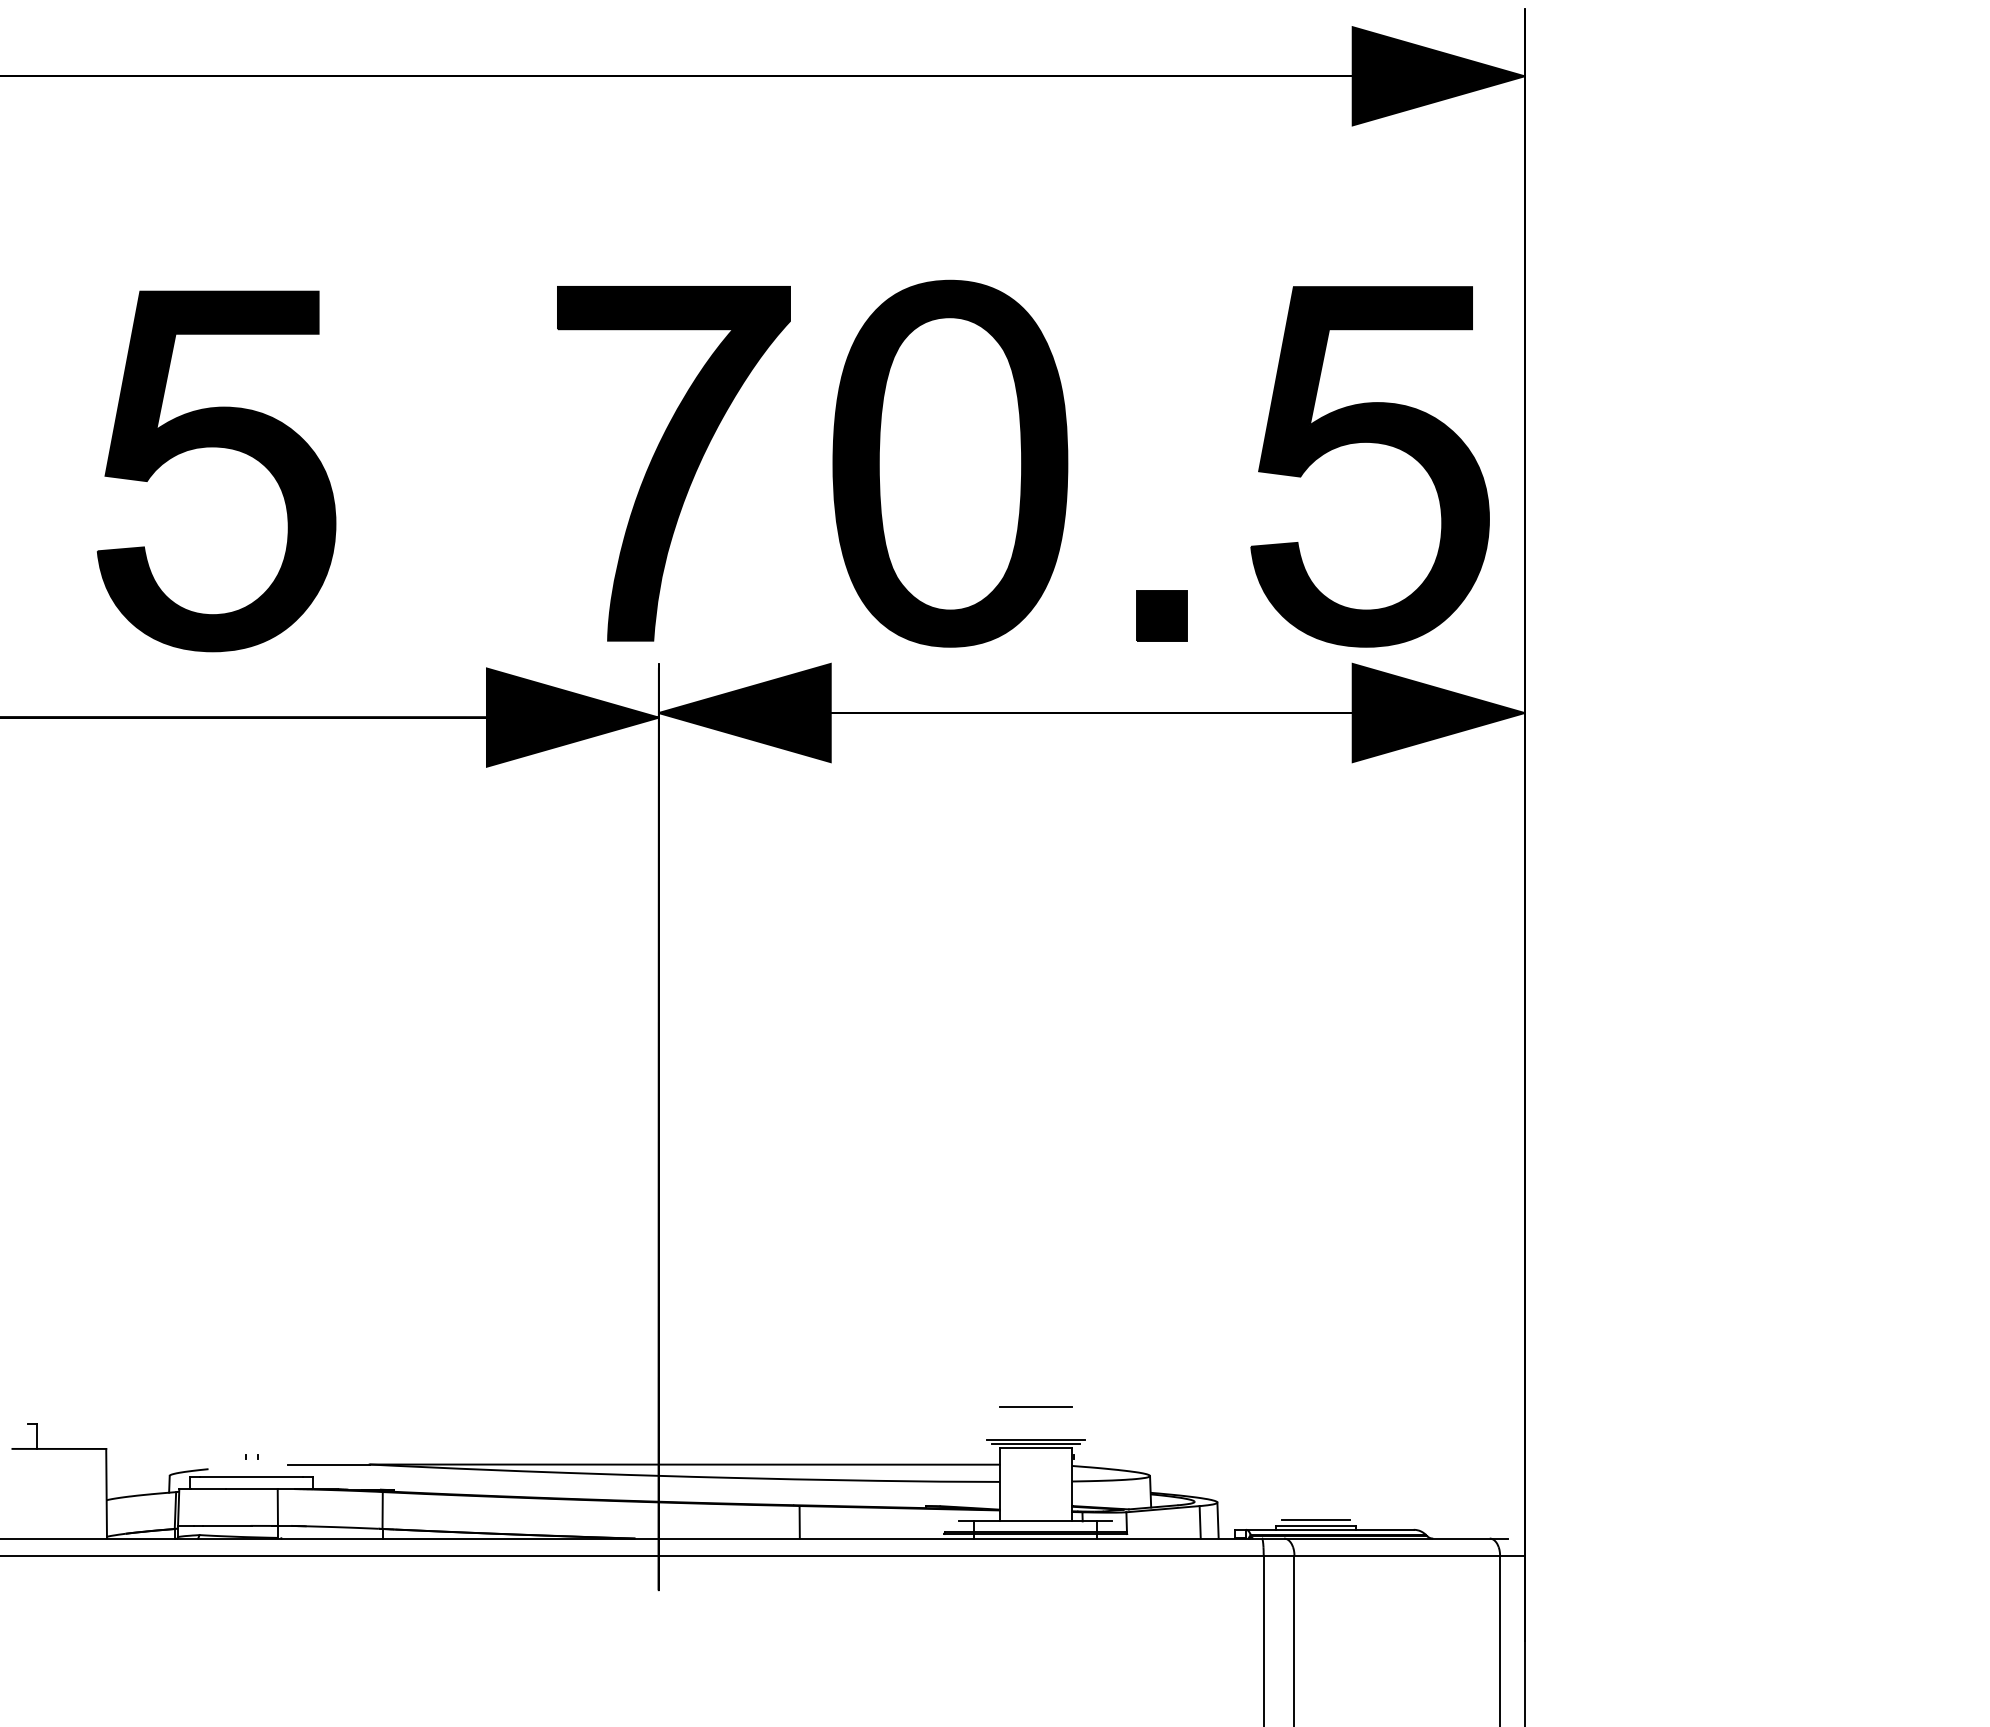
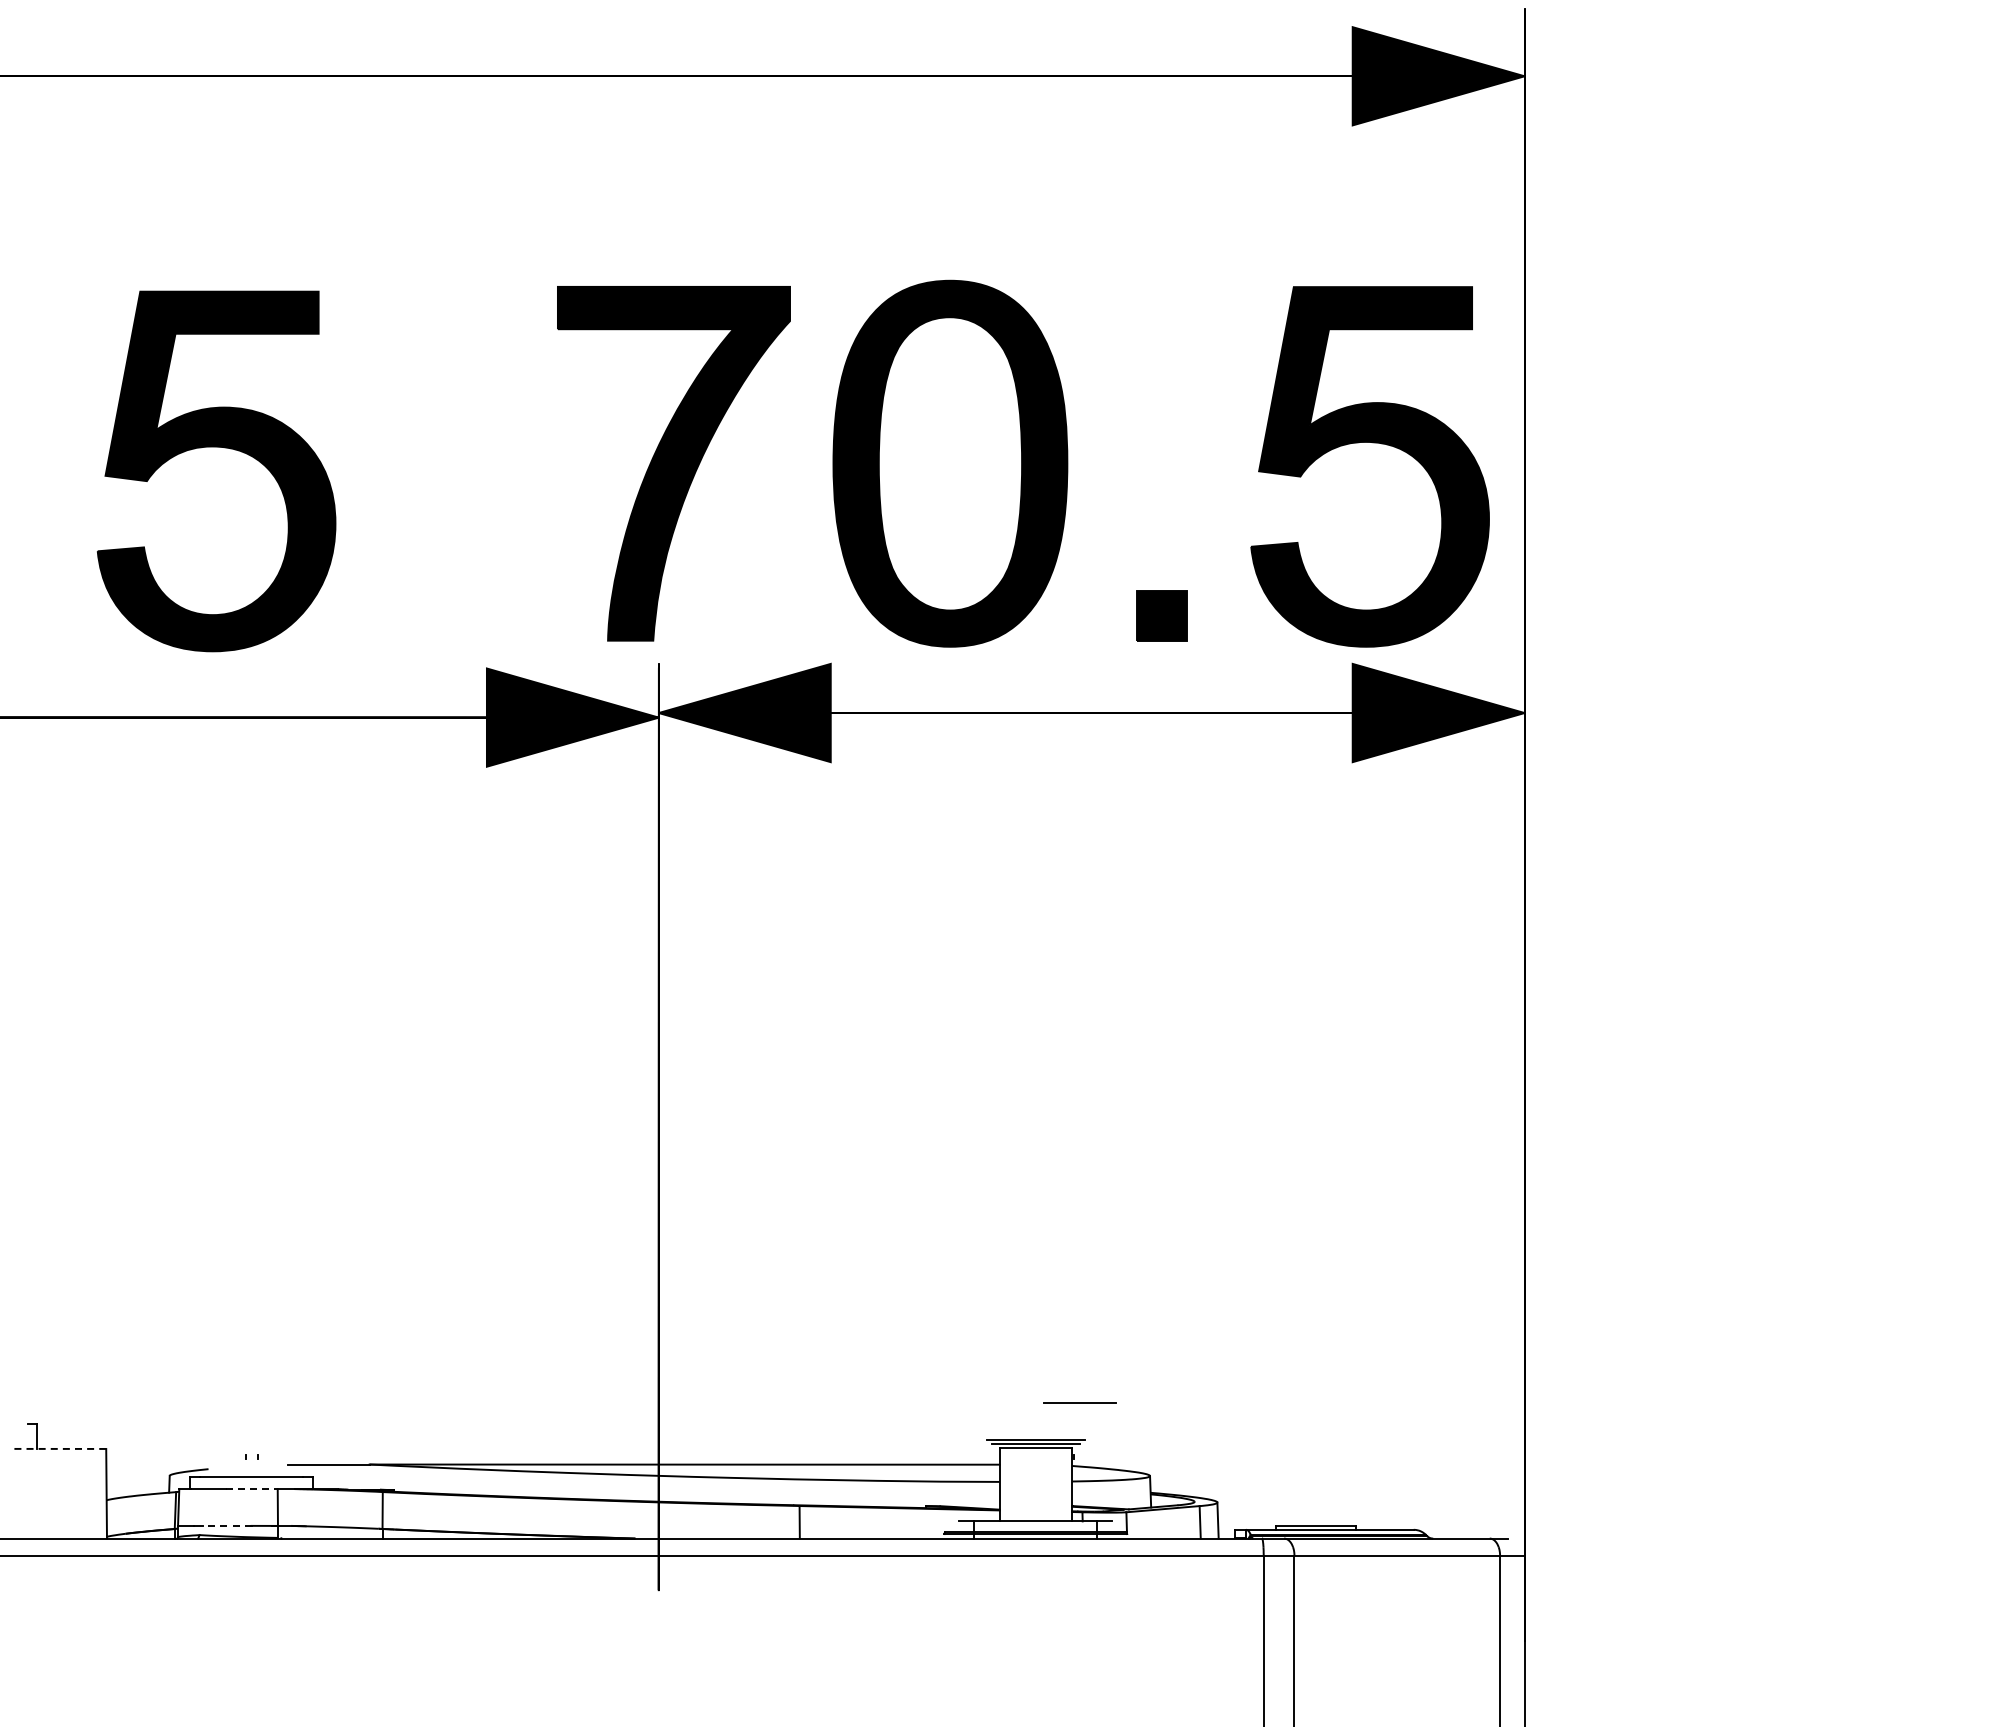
line at (1035, 1406) position: (1035, 1406) -> (1079, 1402)
line at (59, 1448): solid -> dashed
line at (251, 1489): solid -> dashed
line at (1315, 1520): present -> none
line at (226, 1525): solid -> dashed
